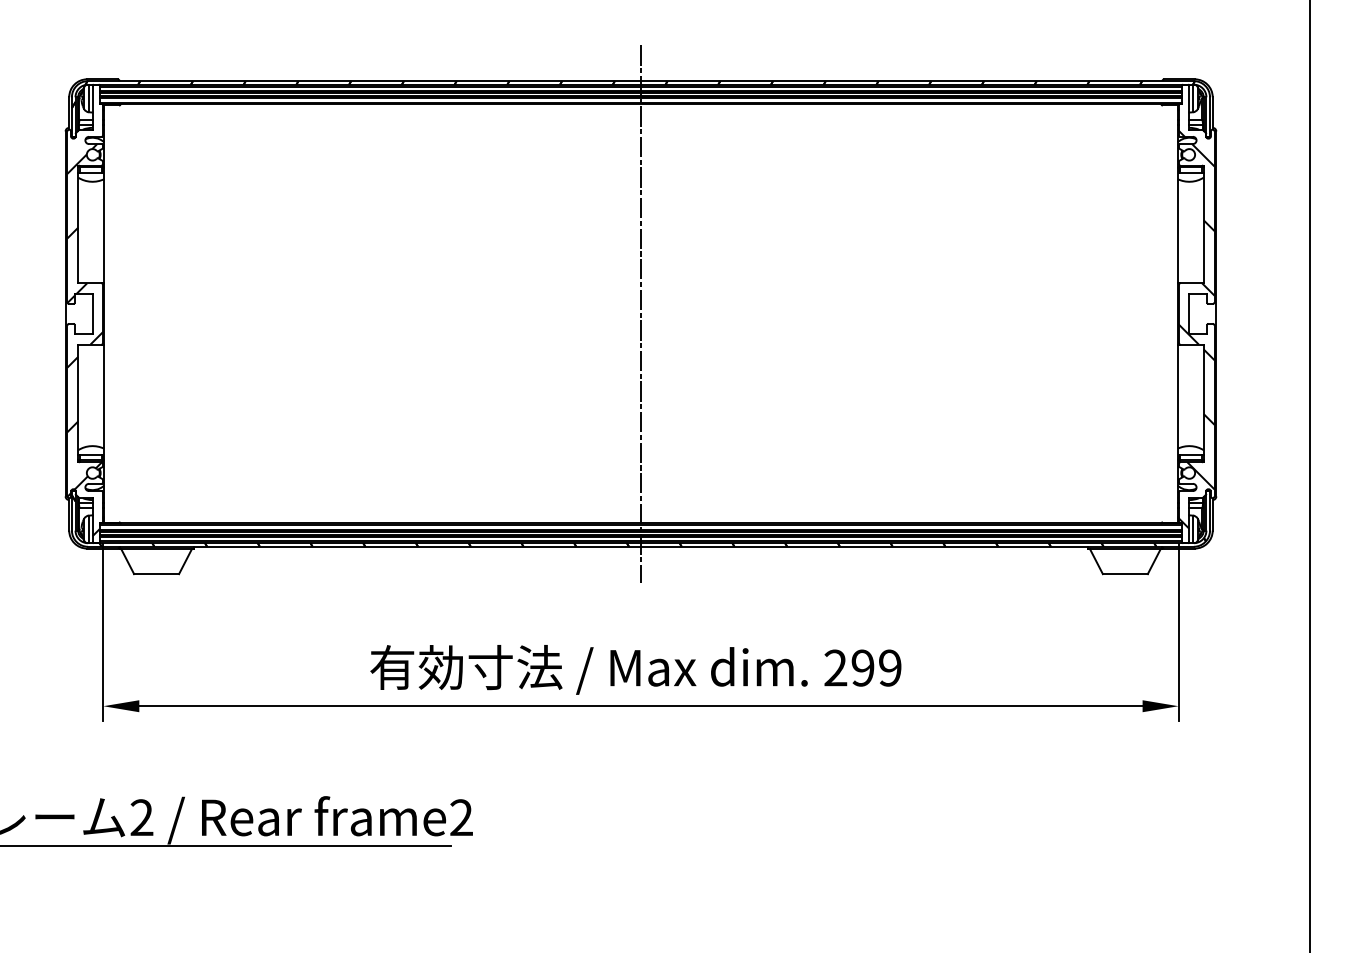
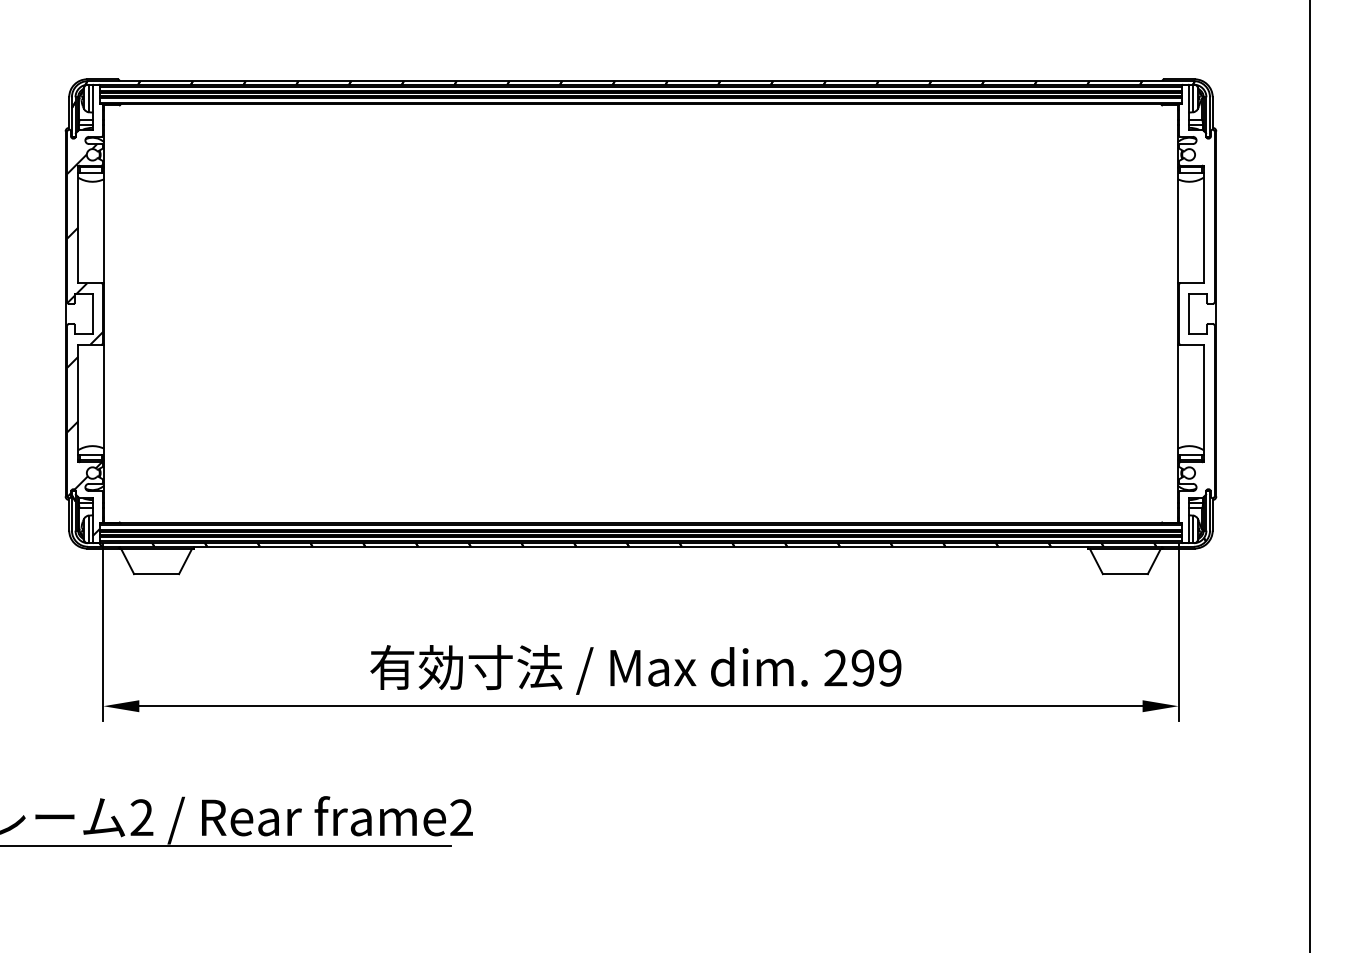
line at (640, 313): present -> none
hatch at (1196, 329): present -> none
